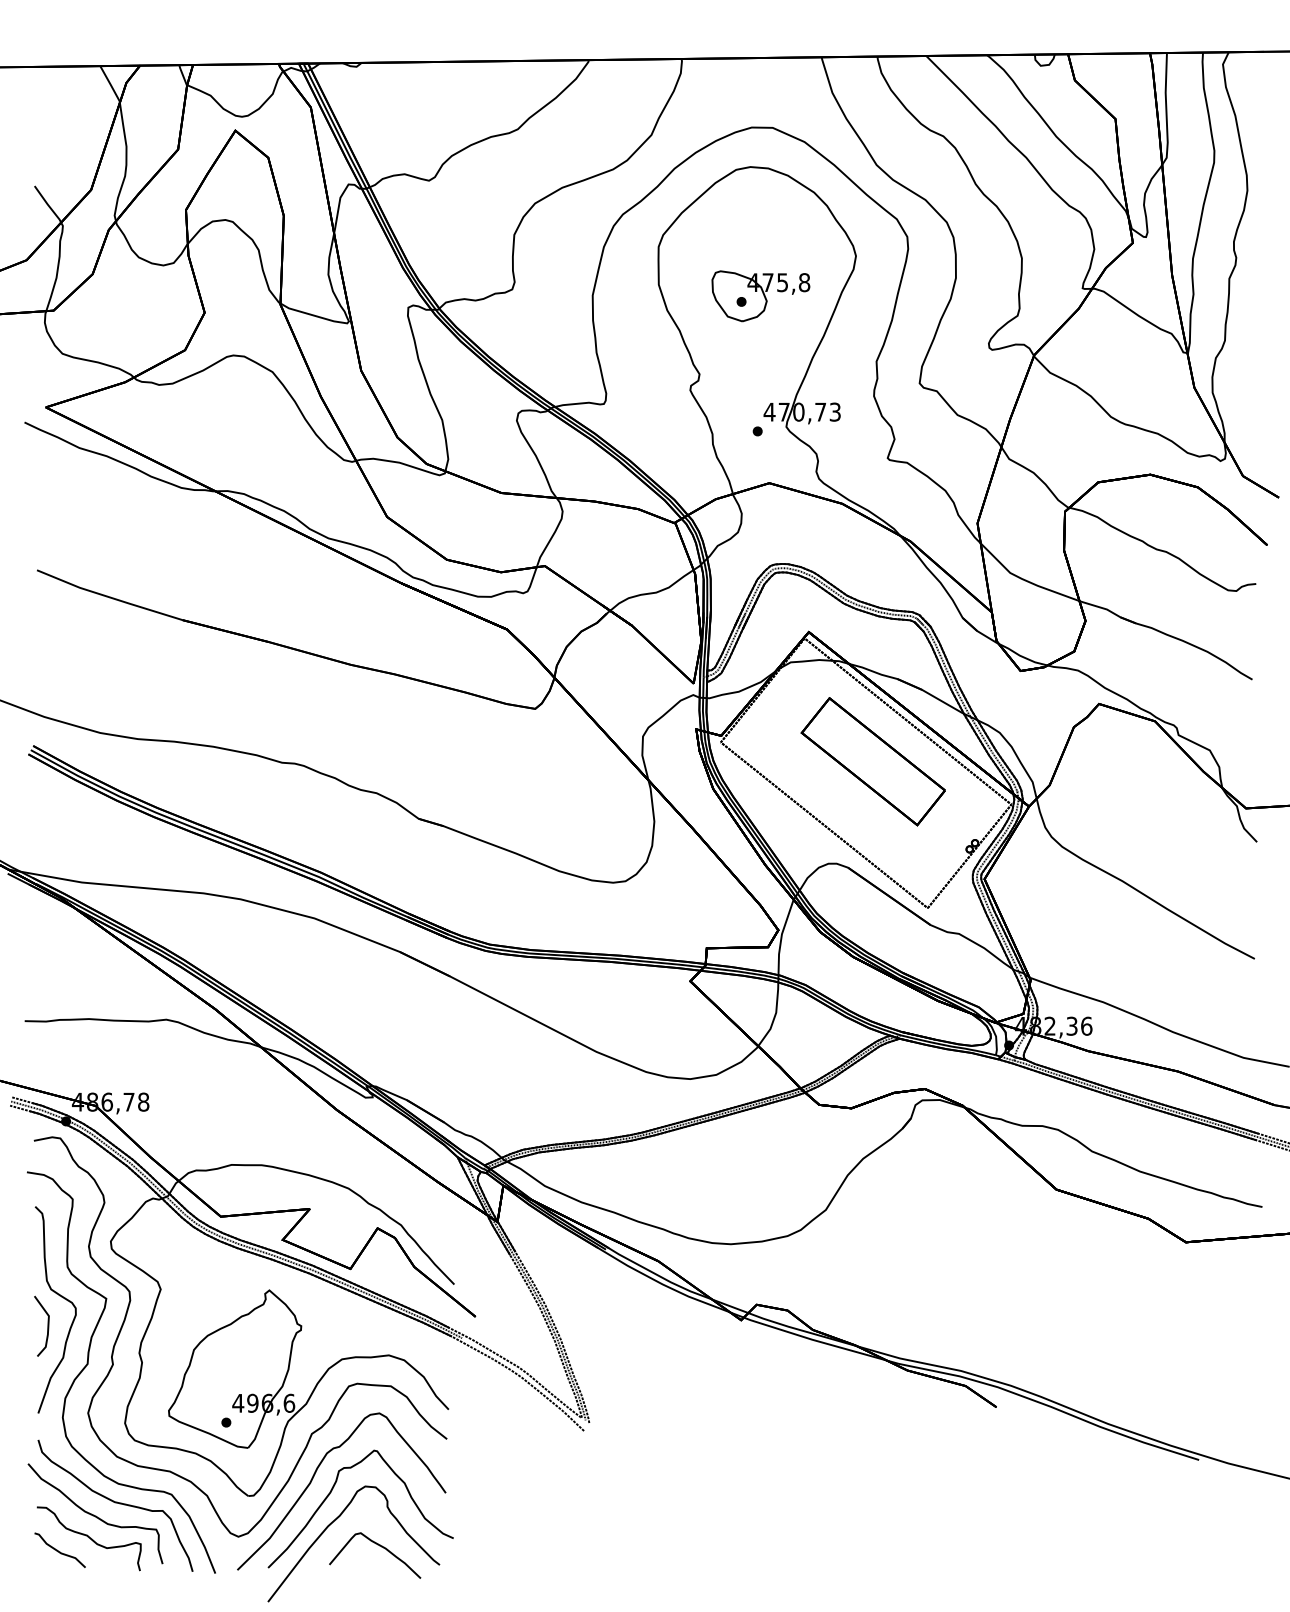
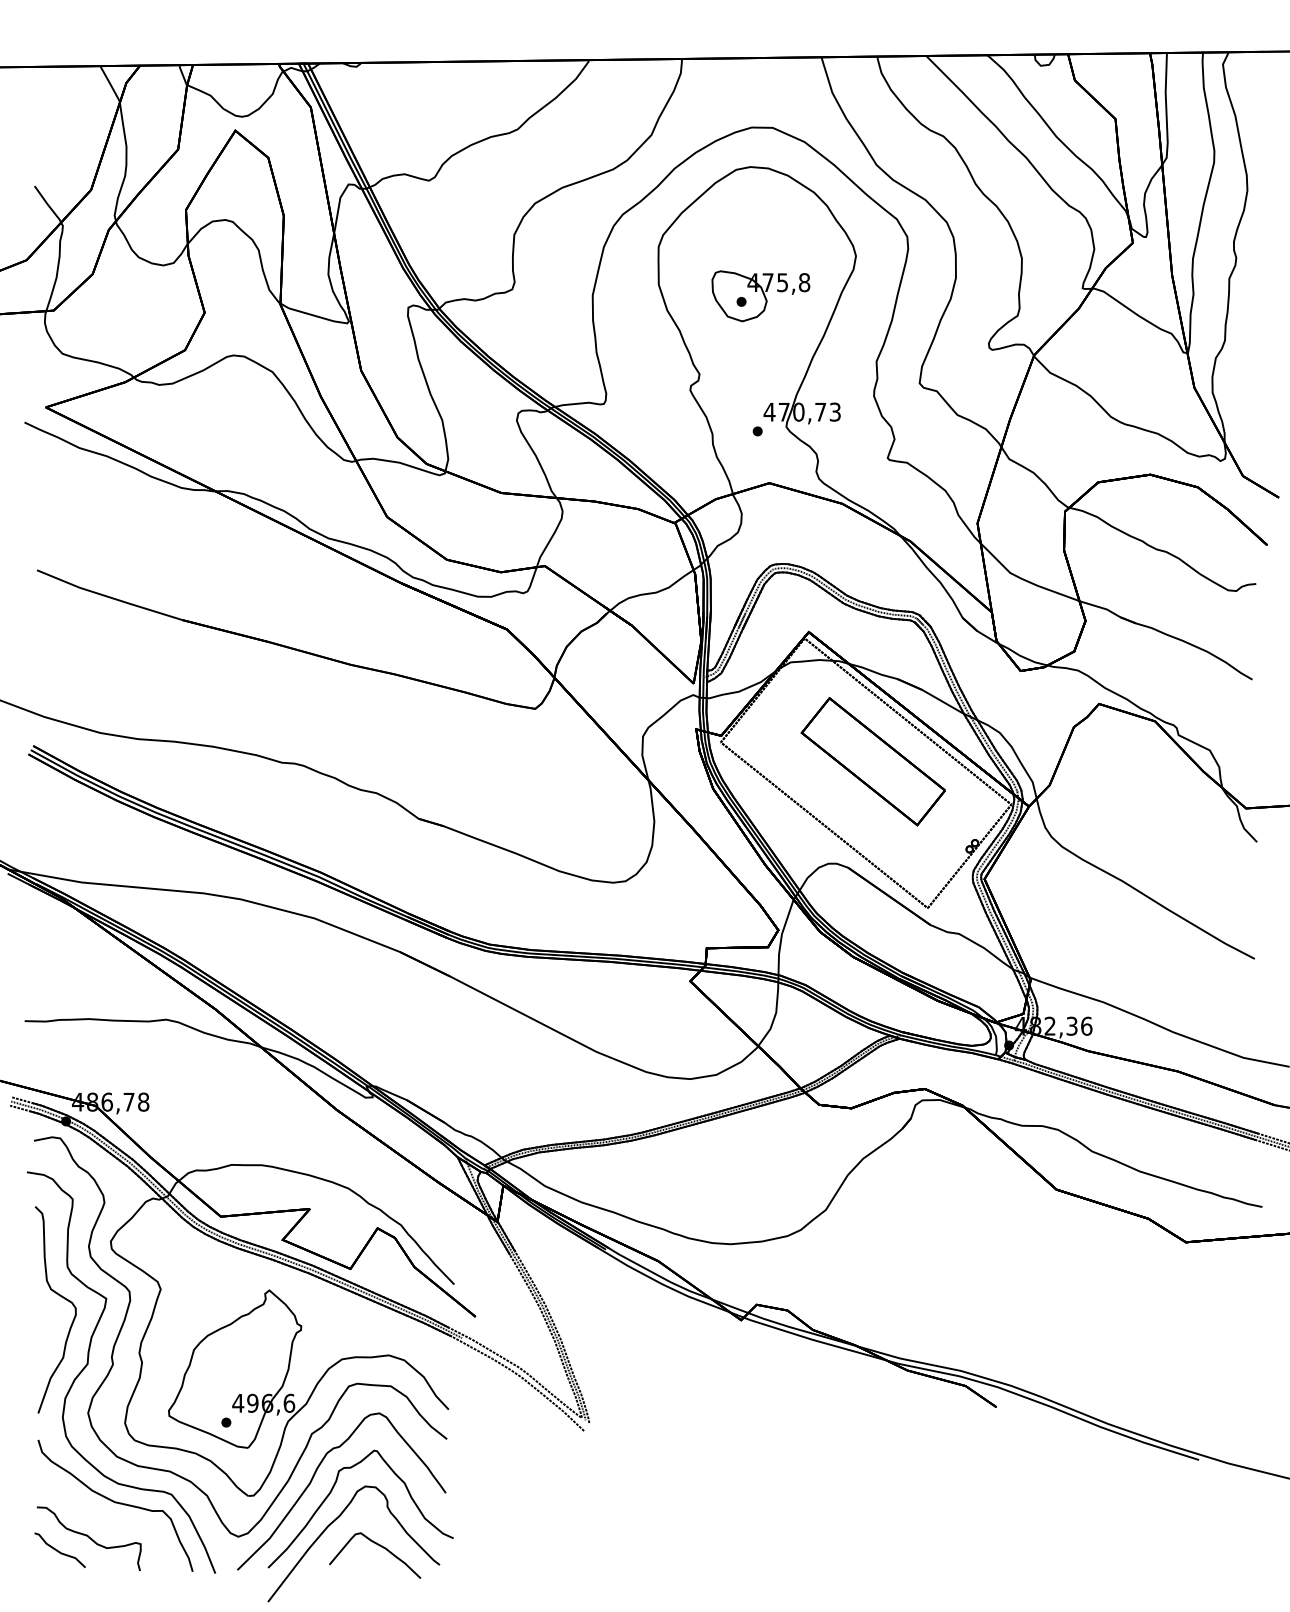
line at (47, 1325): present -> none
curve at (94, 1514): present -> none
